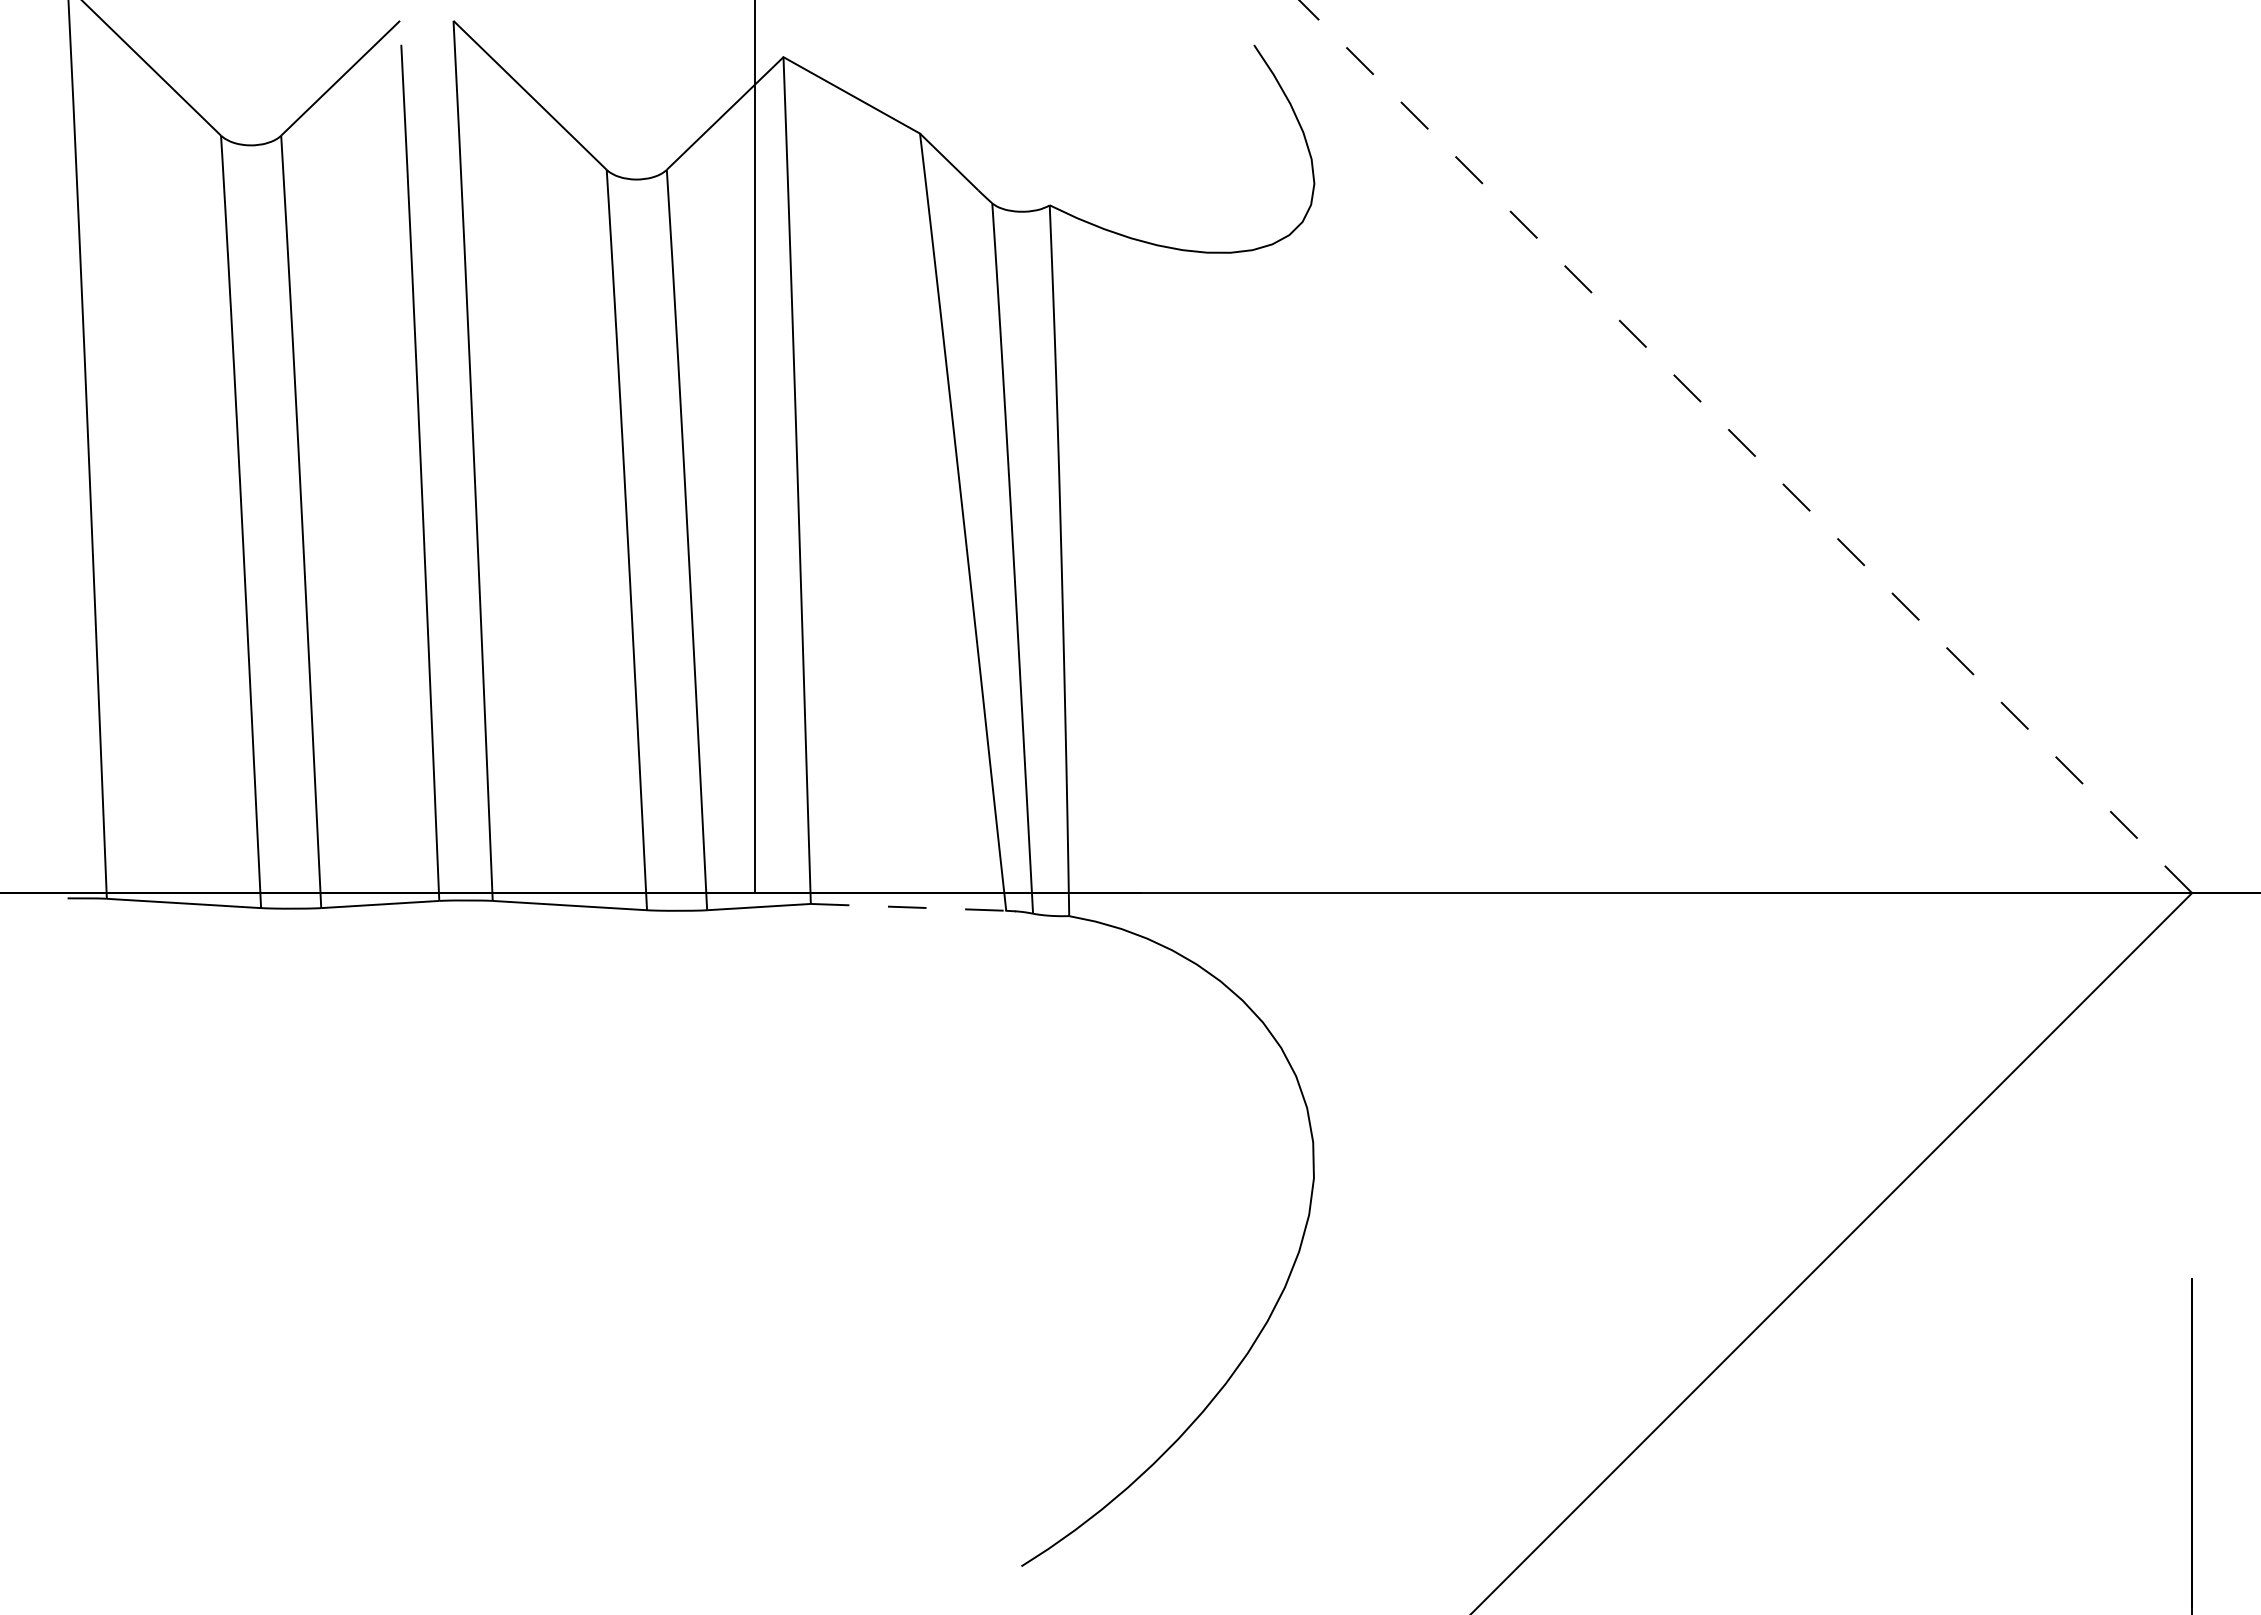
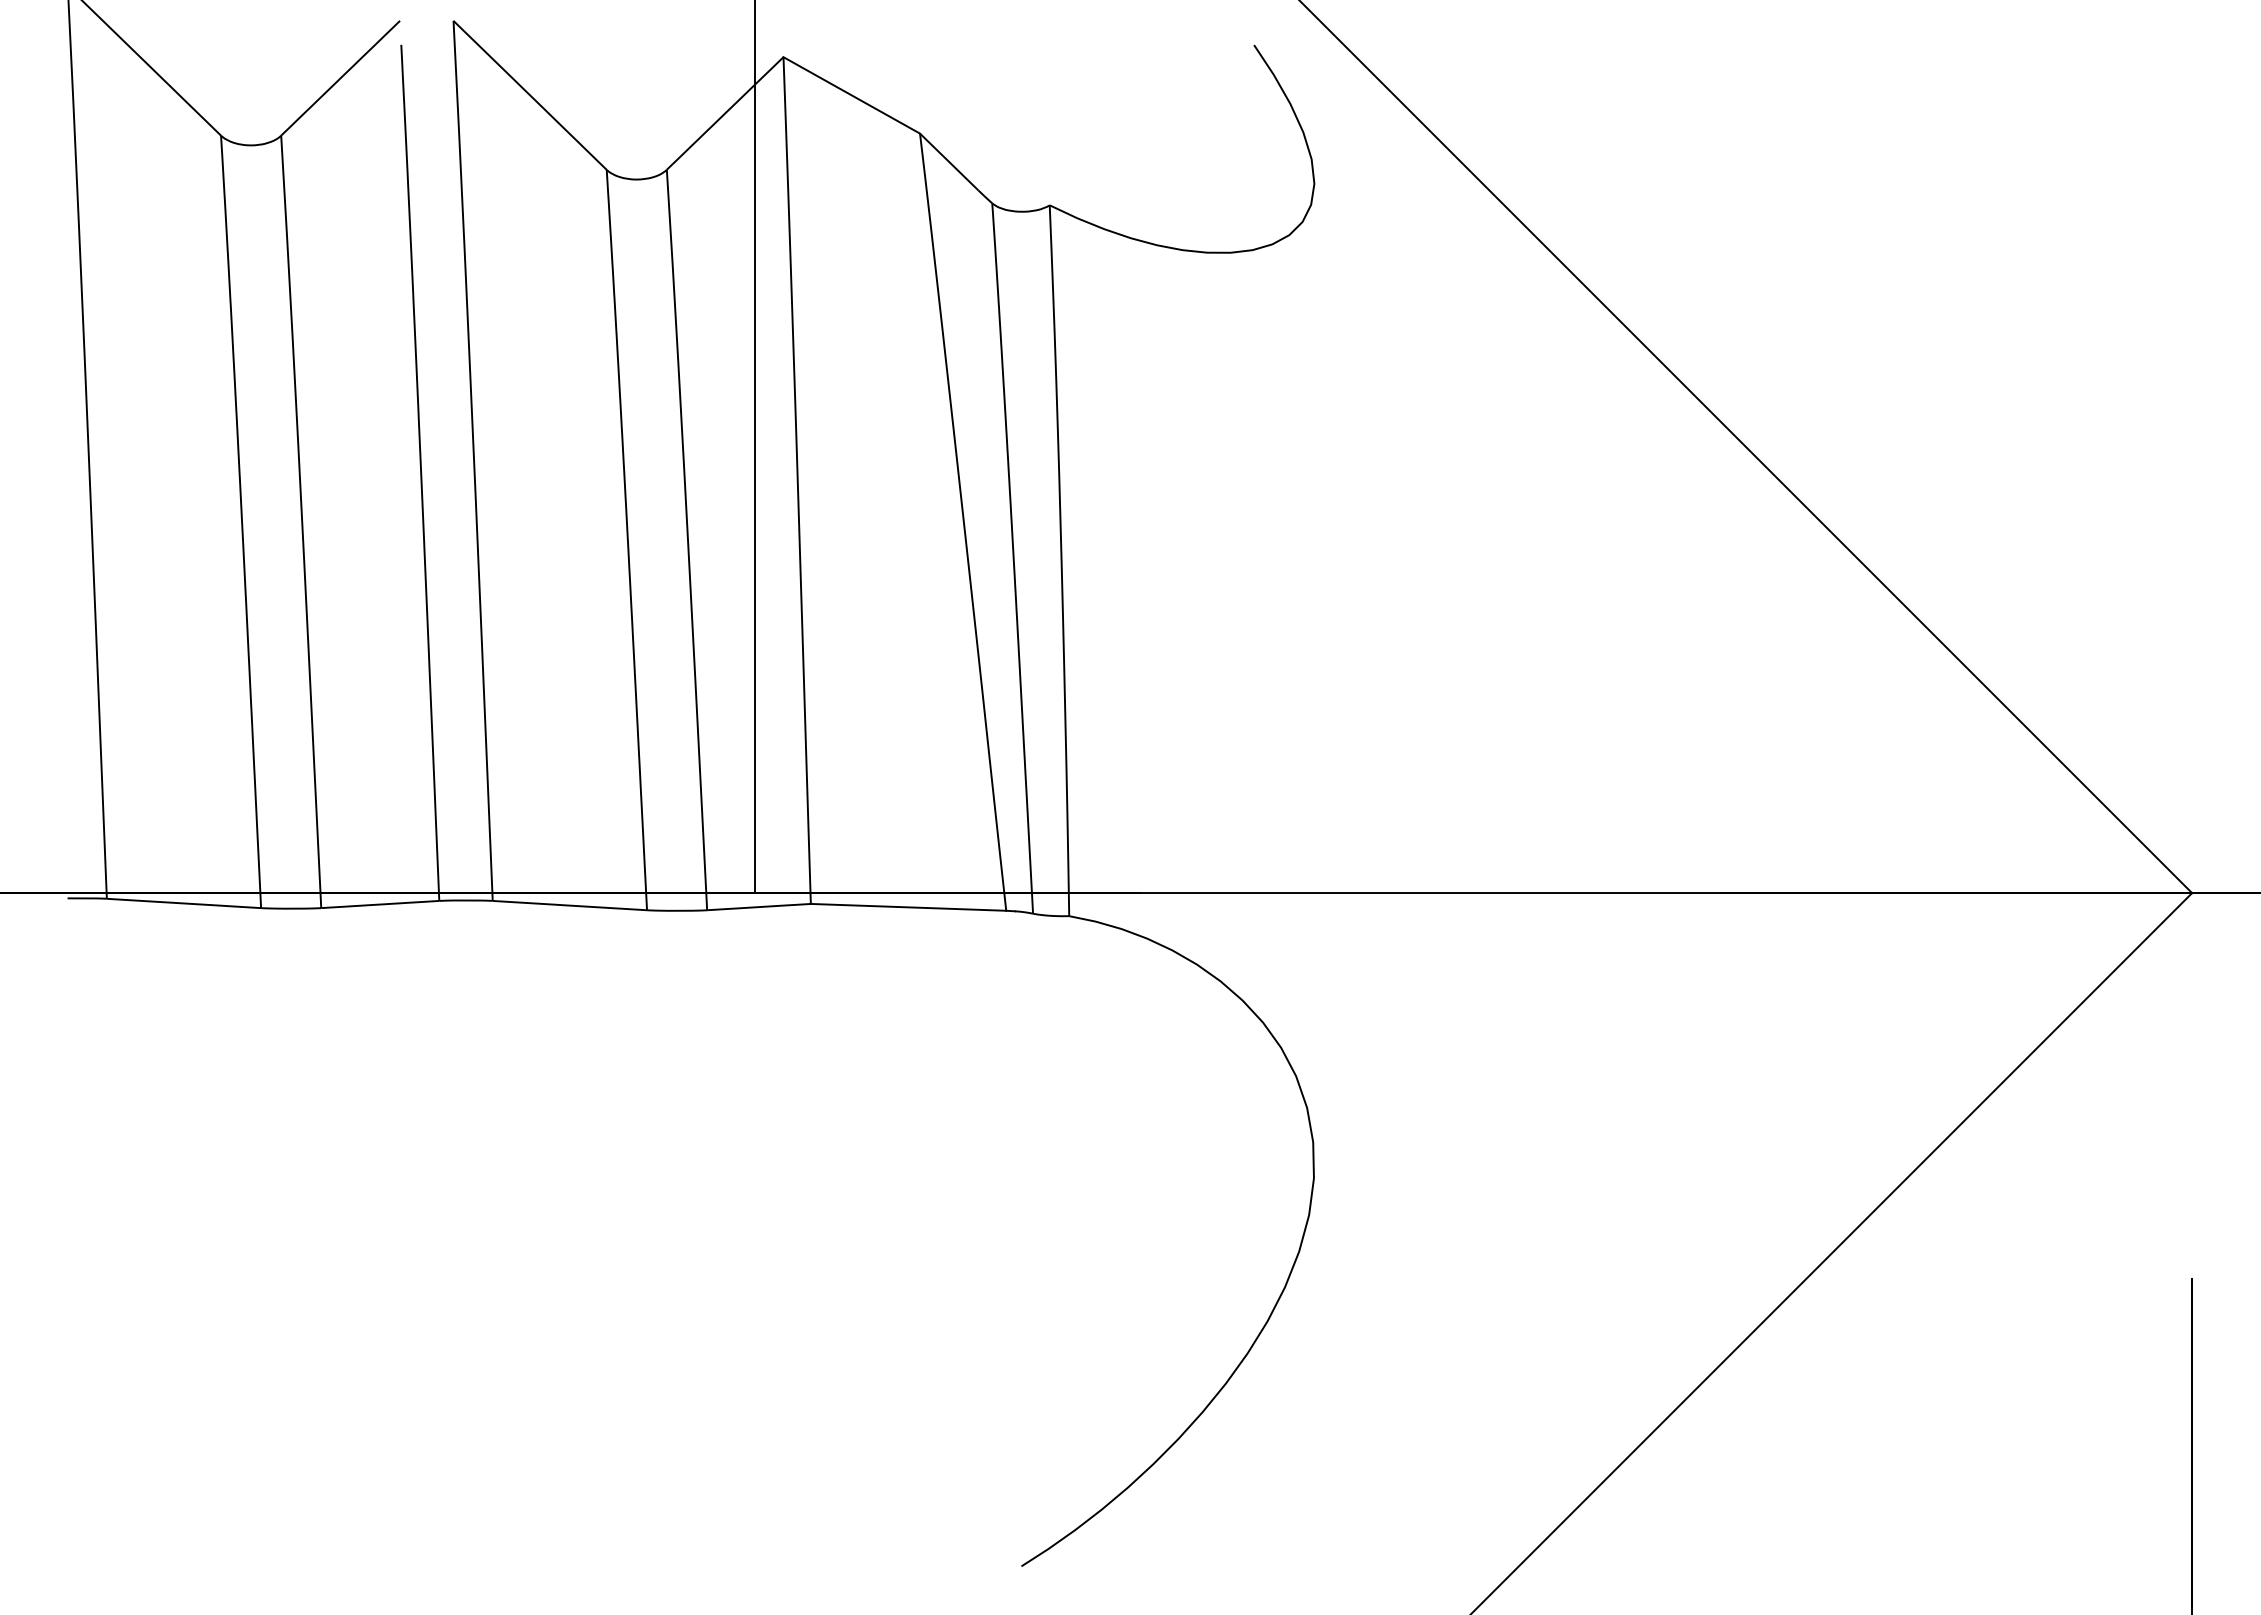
line at (1745, 446): dashed -> solid
line at (908, 907): dashed -> solid
